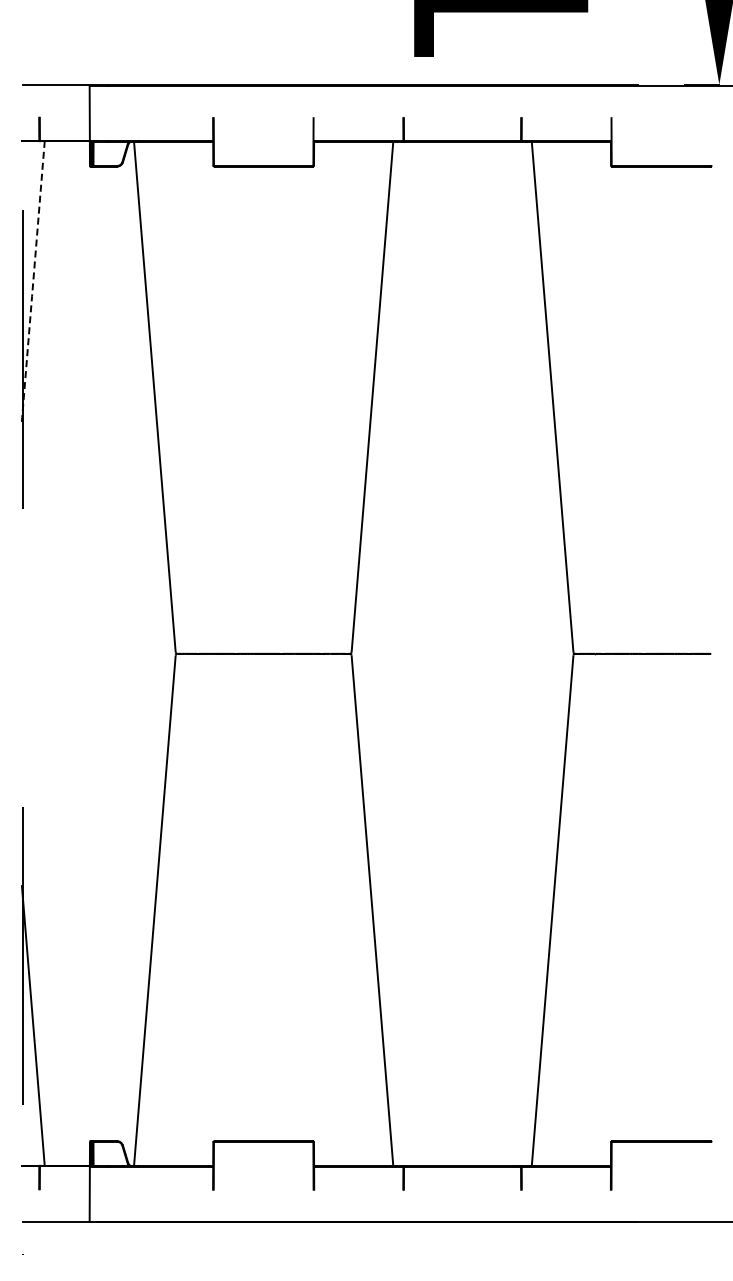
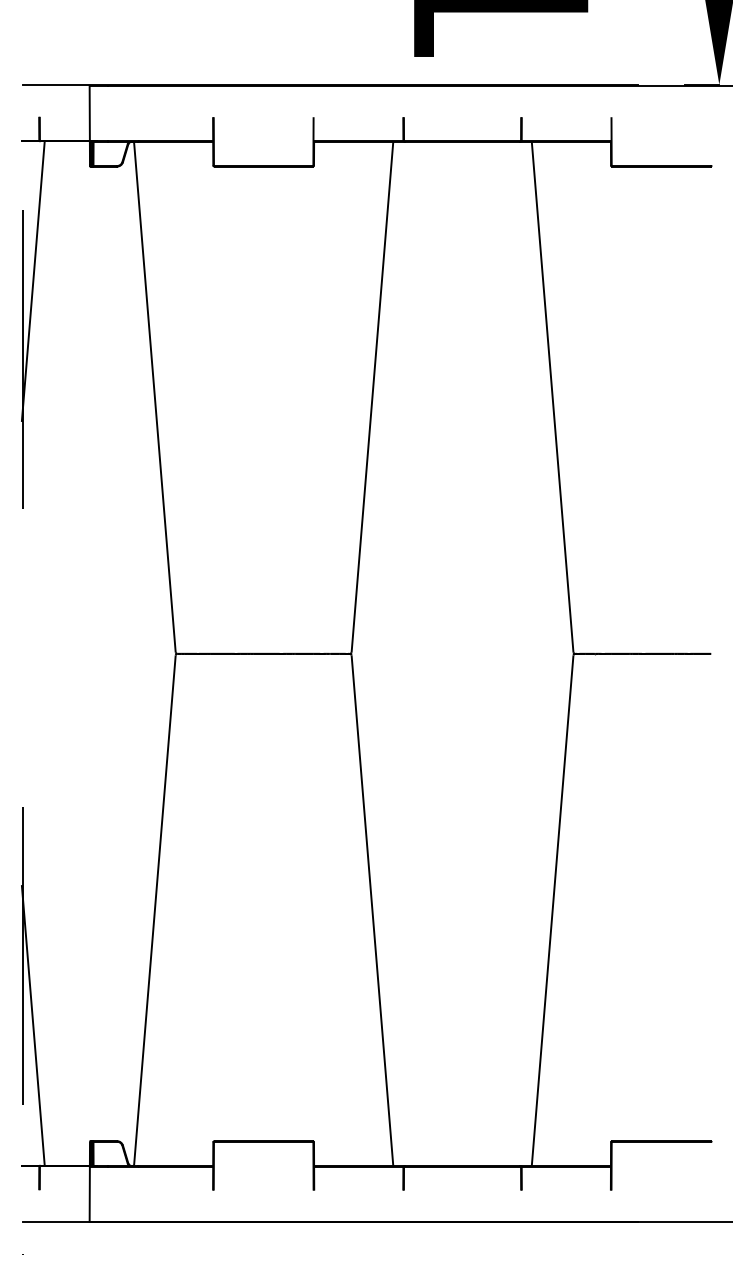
line at (33, 282): dashed -> solid
